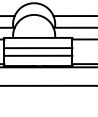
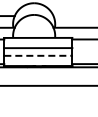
line at (73, 16): present -> none
line at (38, 55): solid -> dashed
